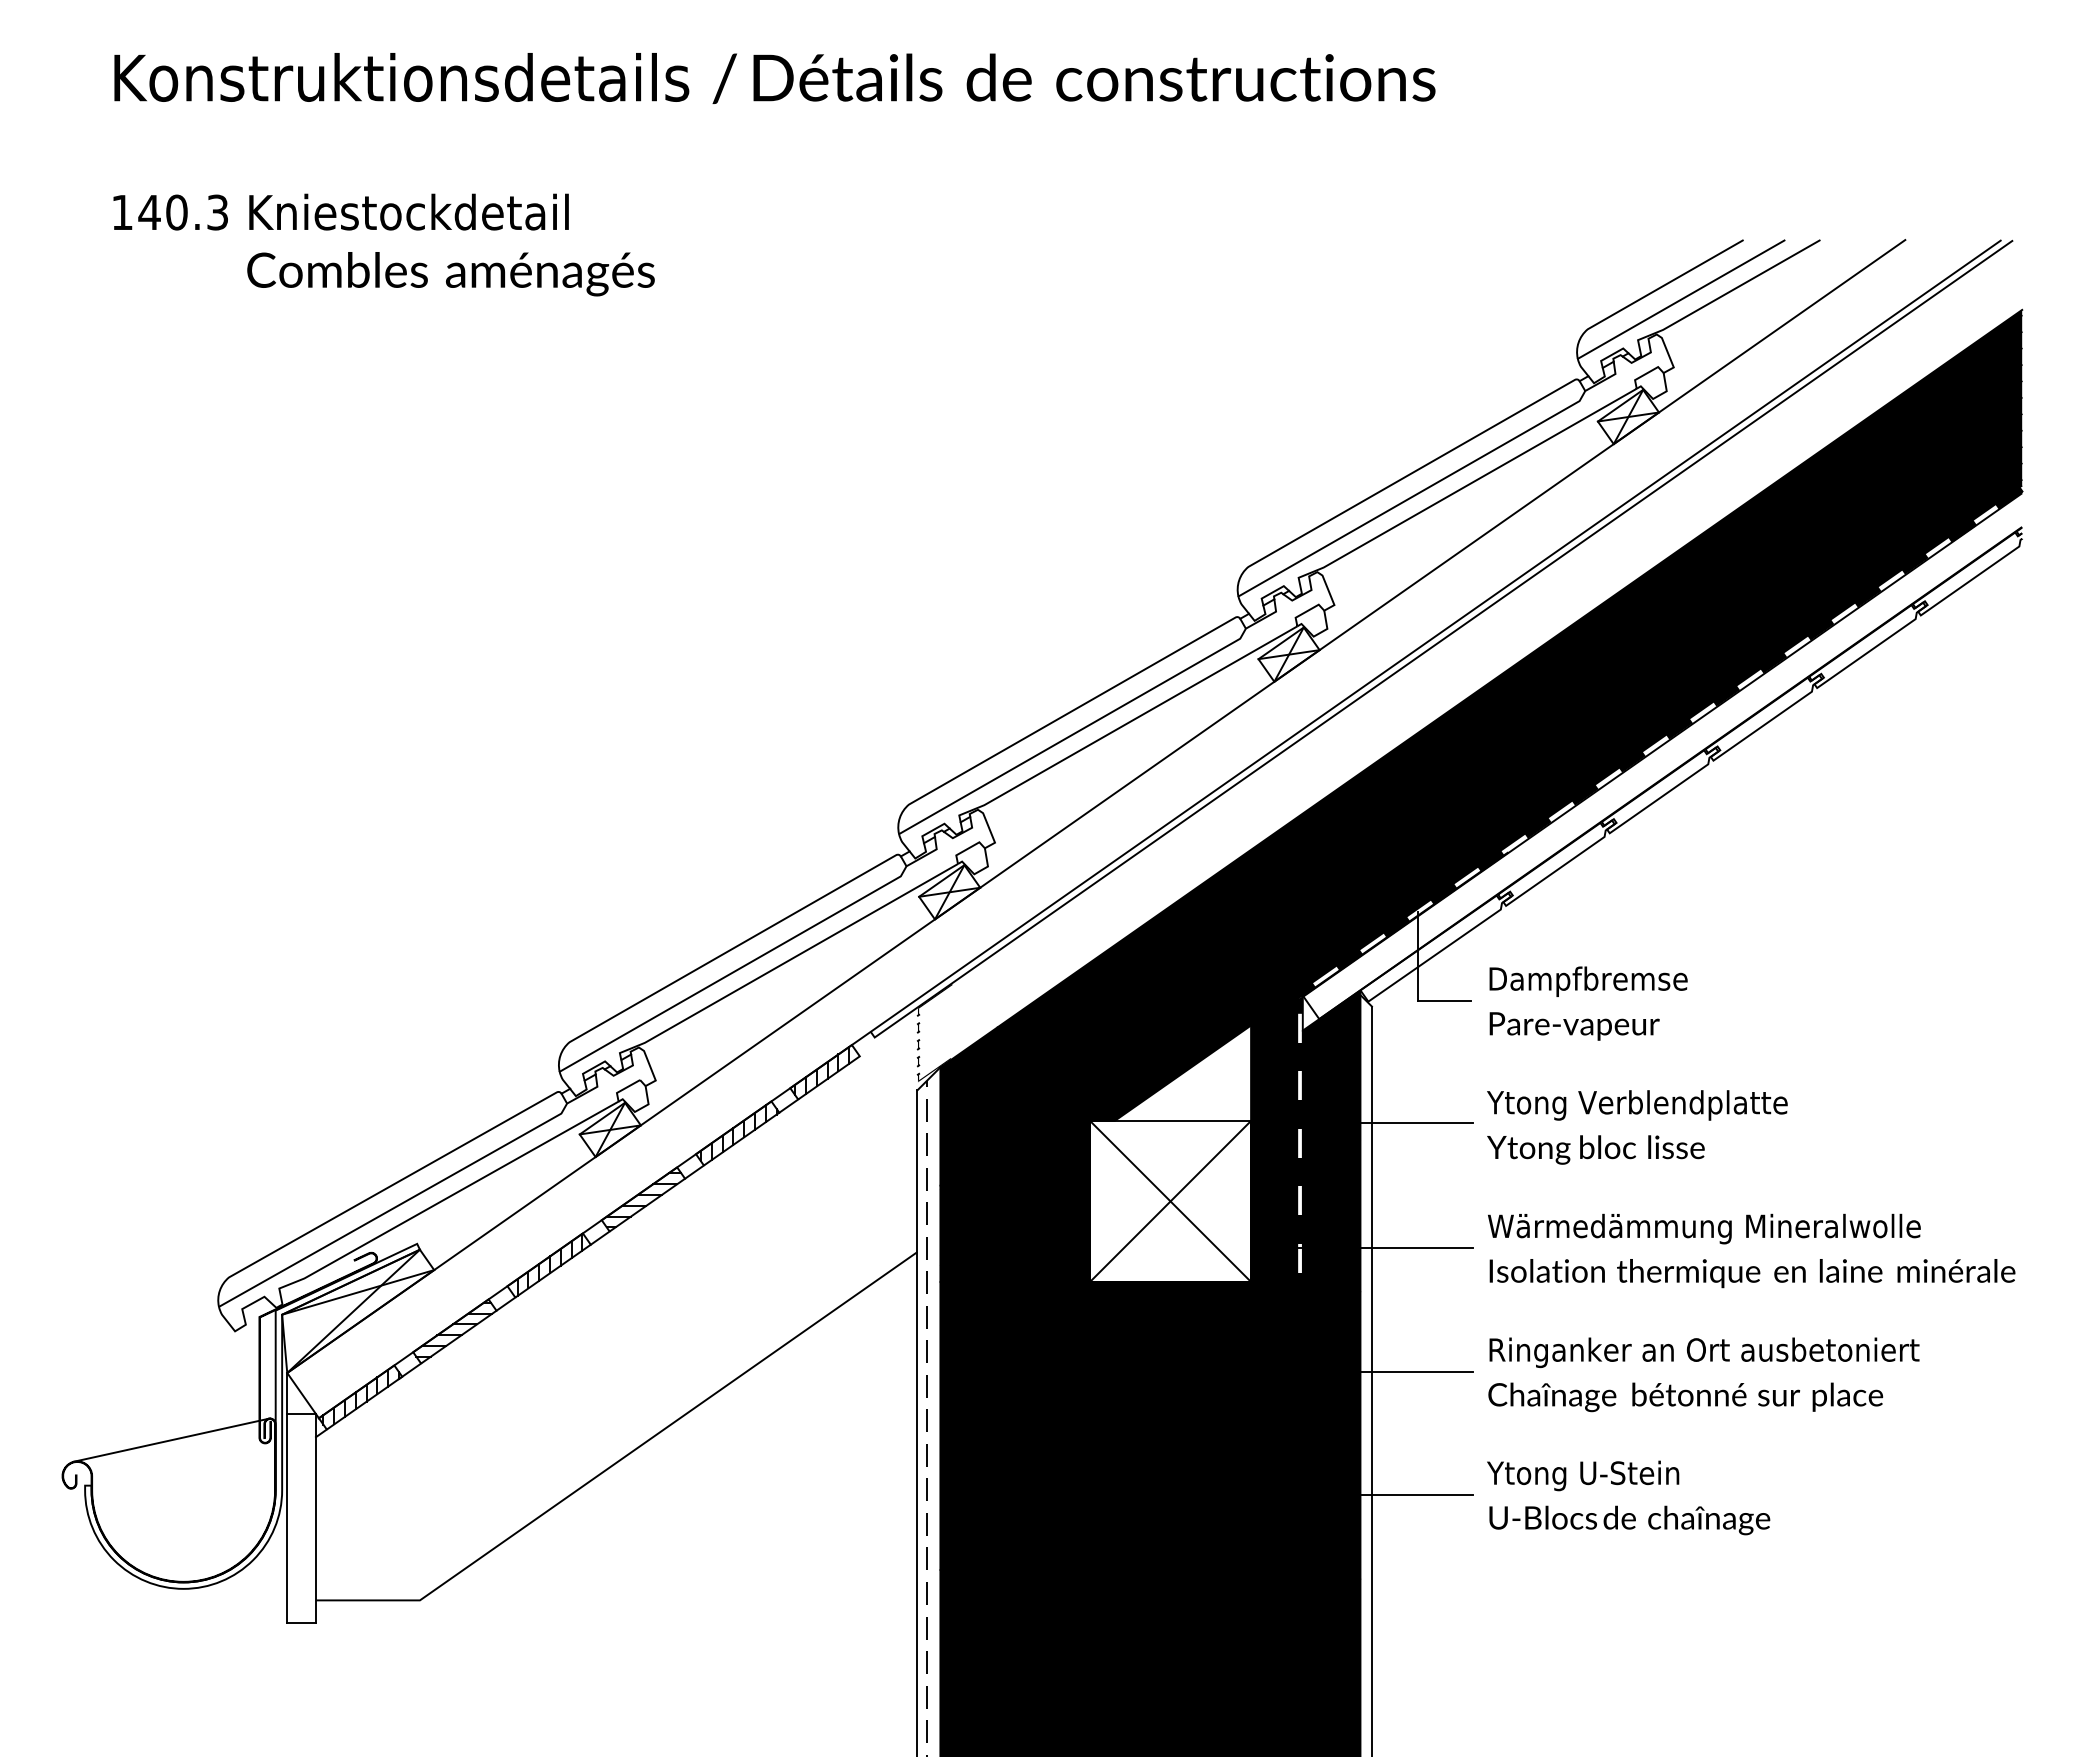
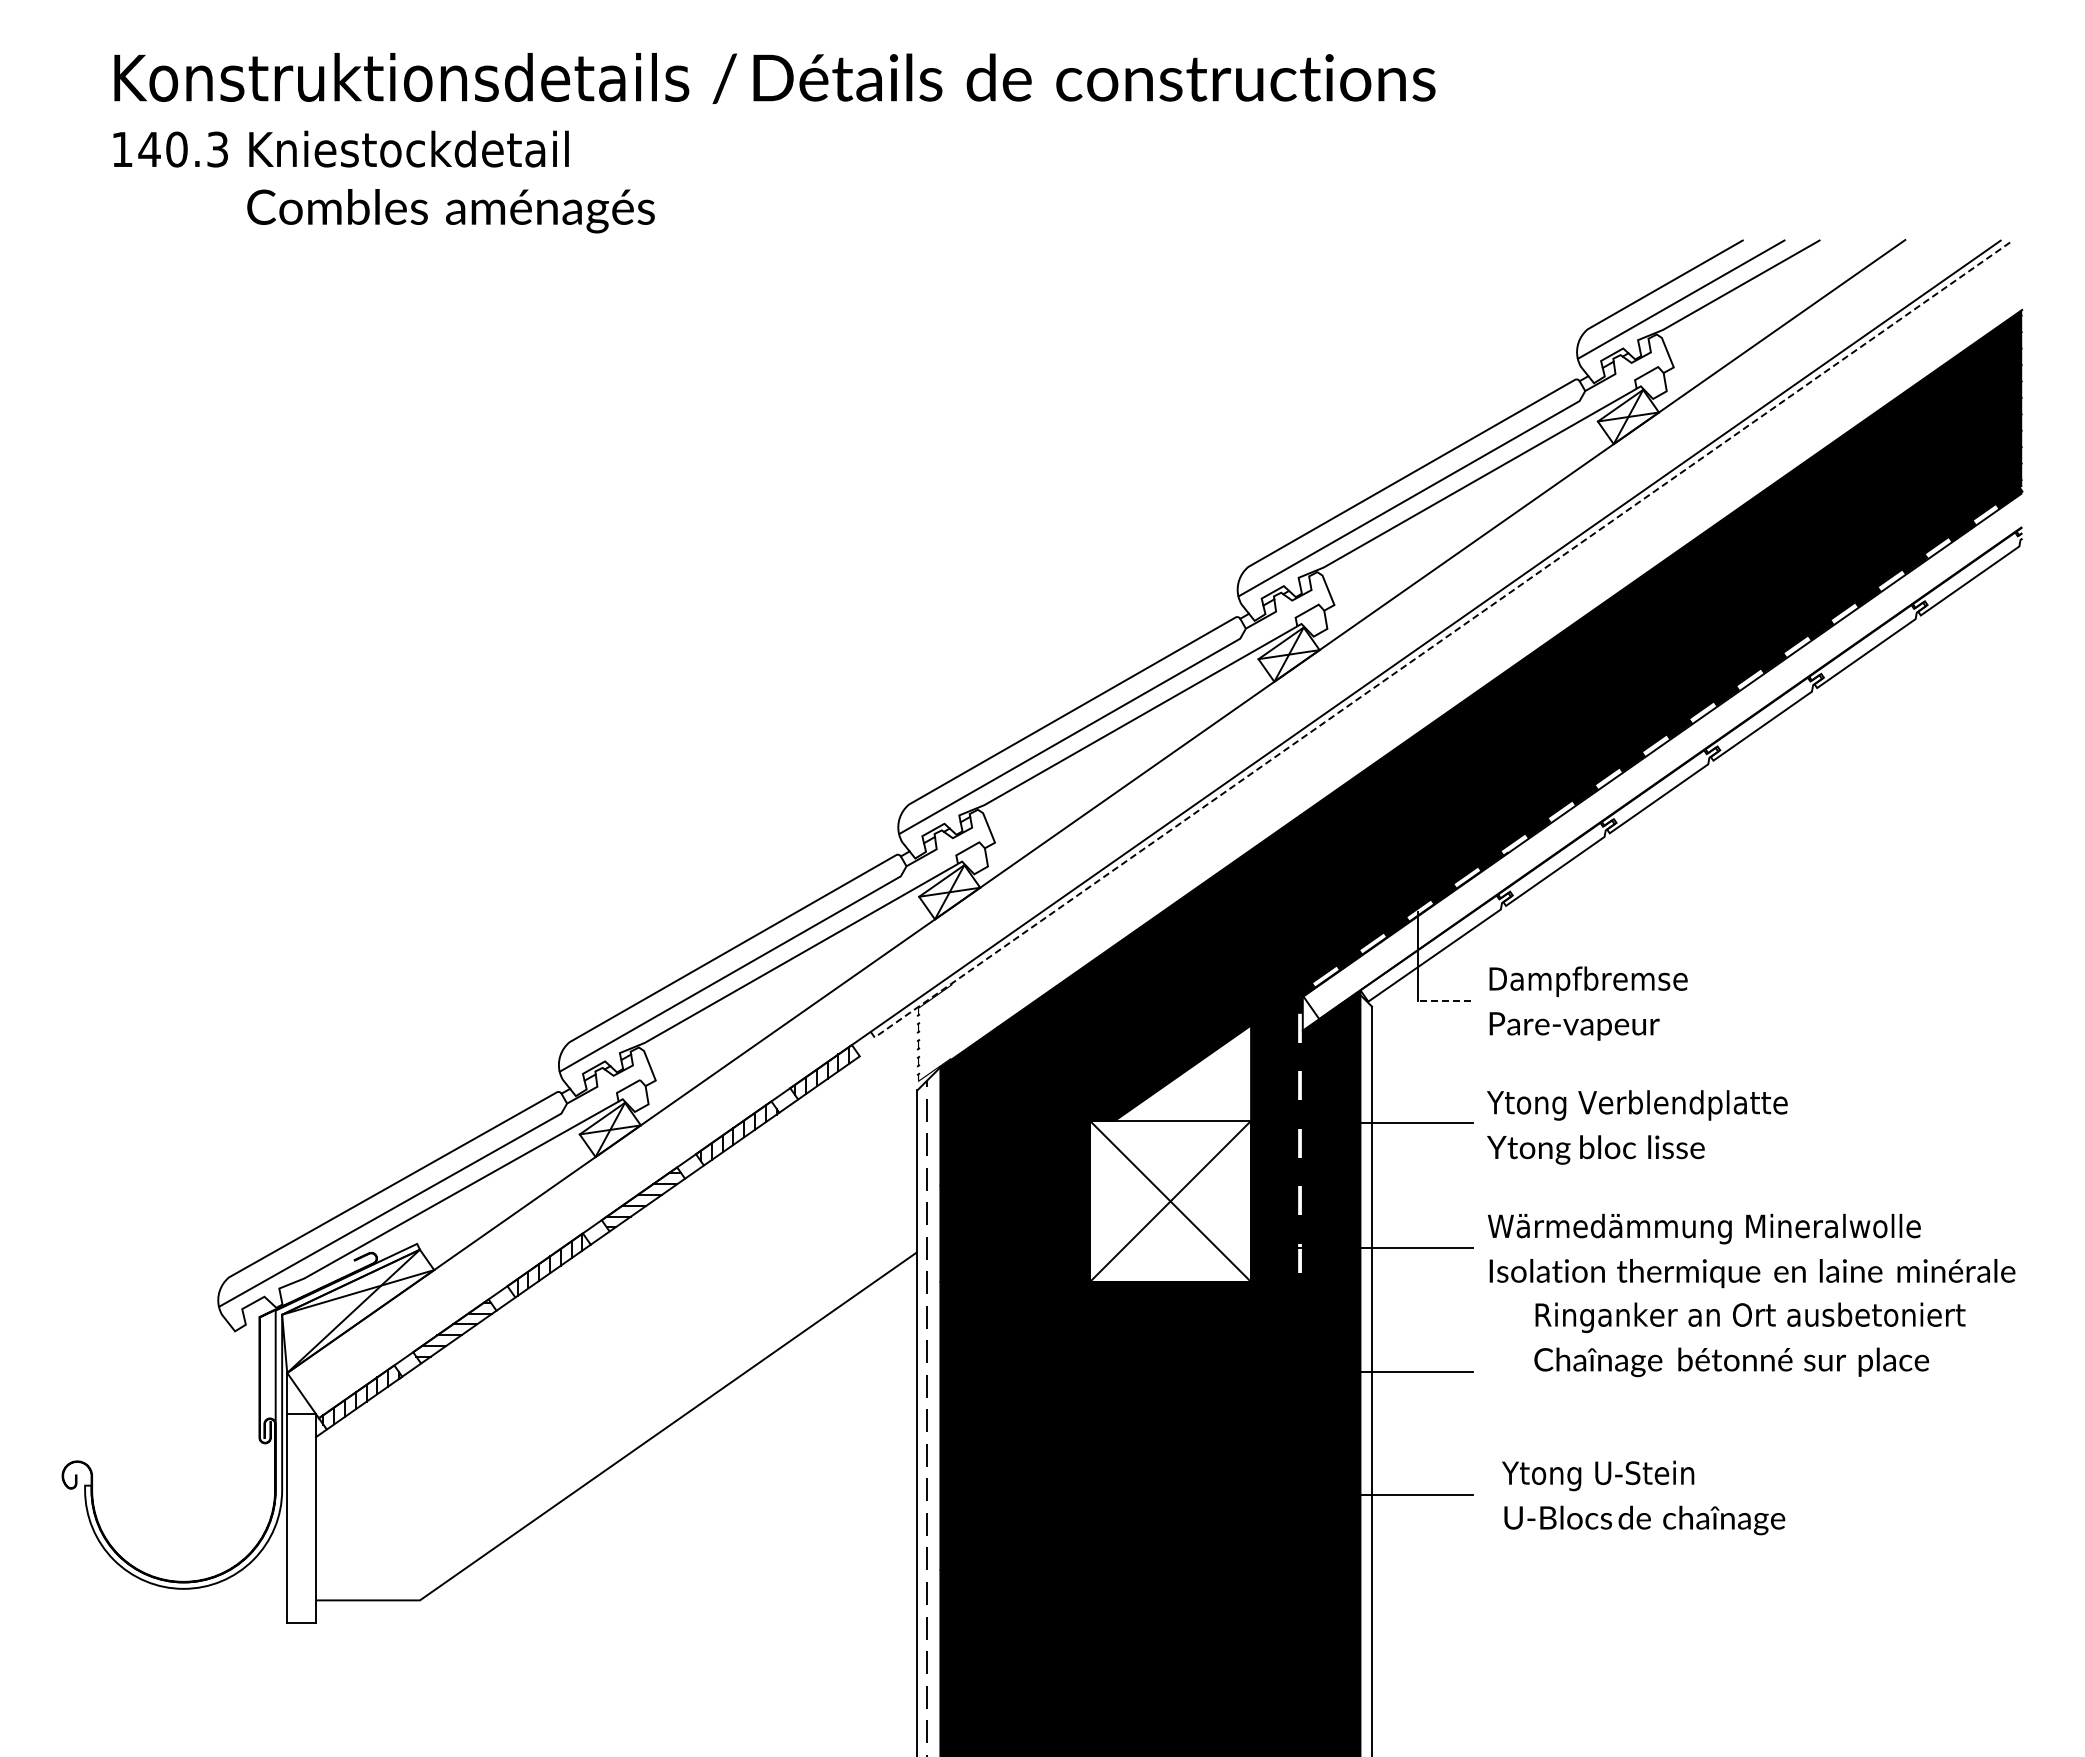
text at (383, 244) position: (383, 244) -> (383, 181)
line at (1440, 641): solid -> dashed
line at (1444, 1001): solid -> dashed
text at (1703, 1374) position: (1703, 1374) -> (1749, 1339)
line at (172, 1439): present -> none
text at (1628, 1497) position: (1628, 1497) -> (1643, 1497)
